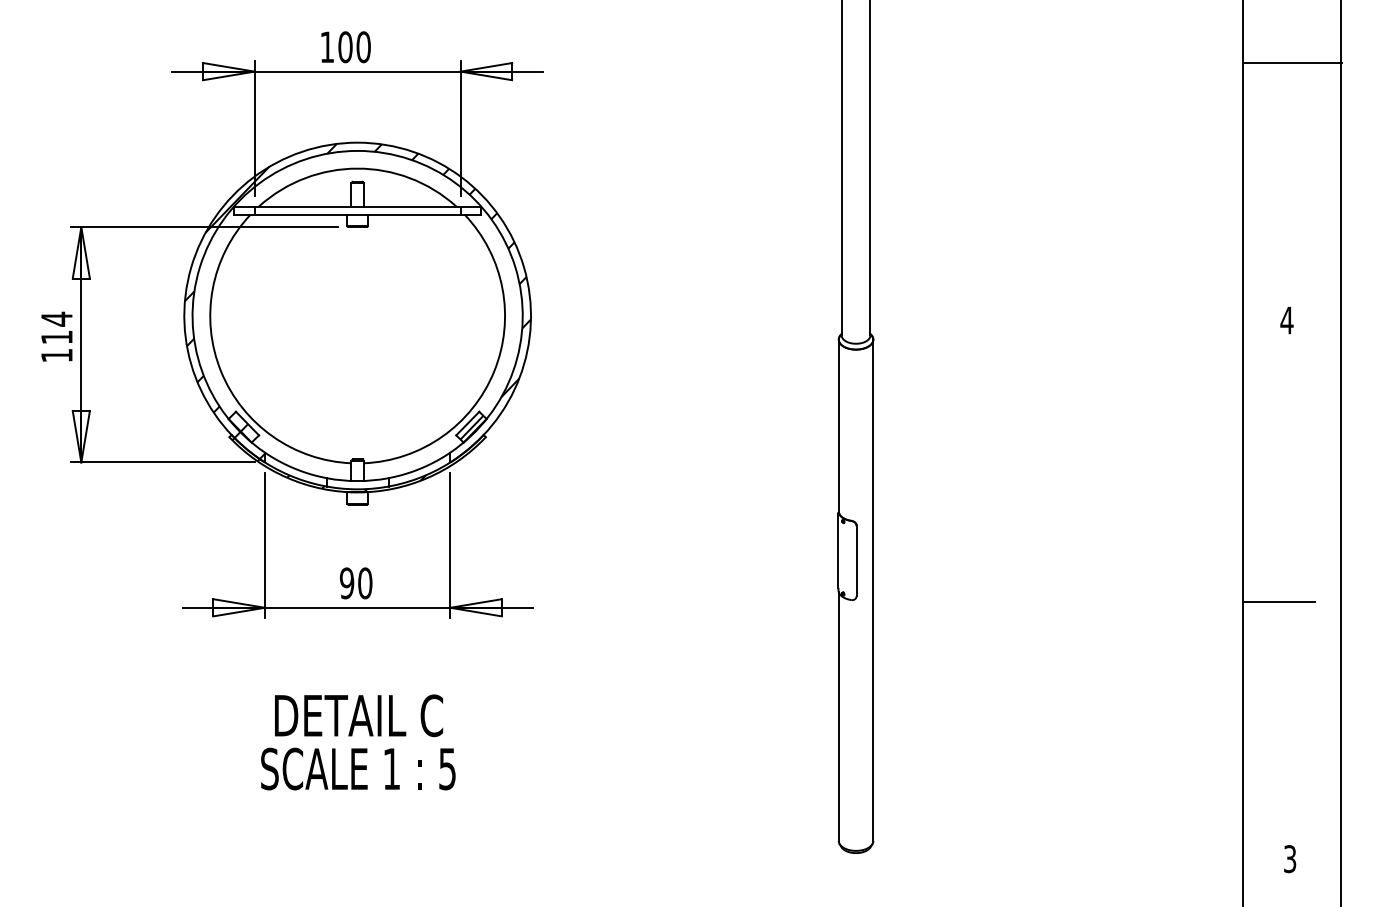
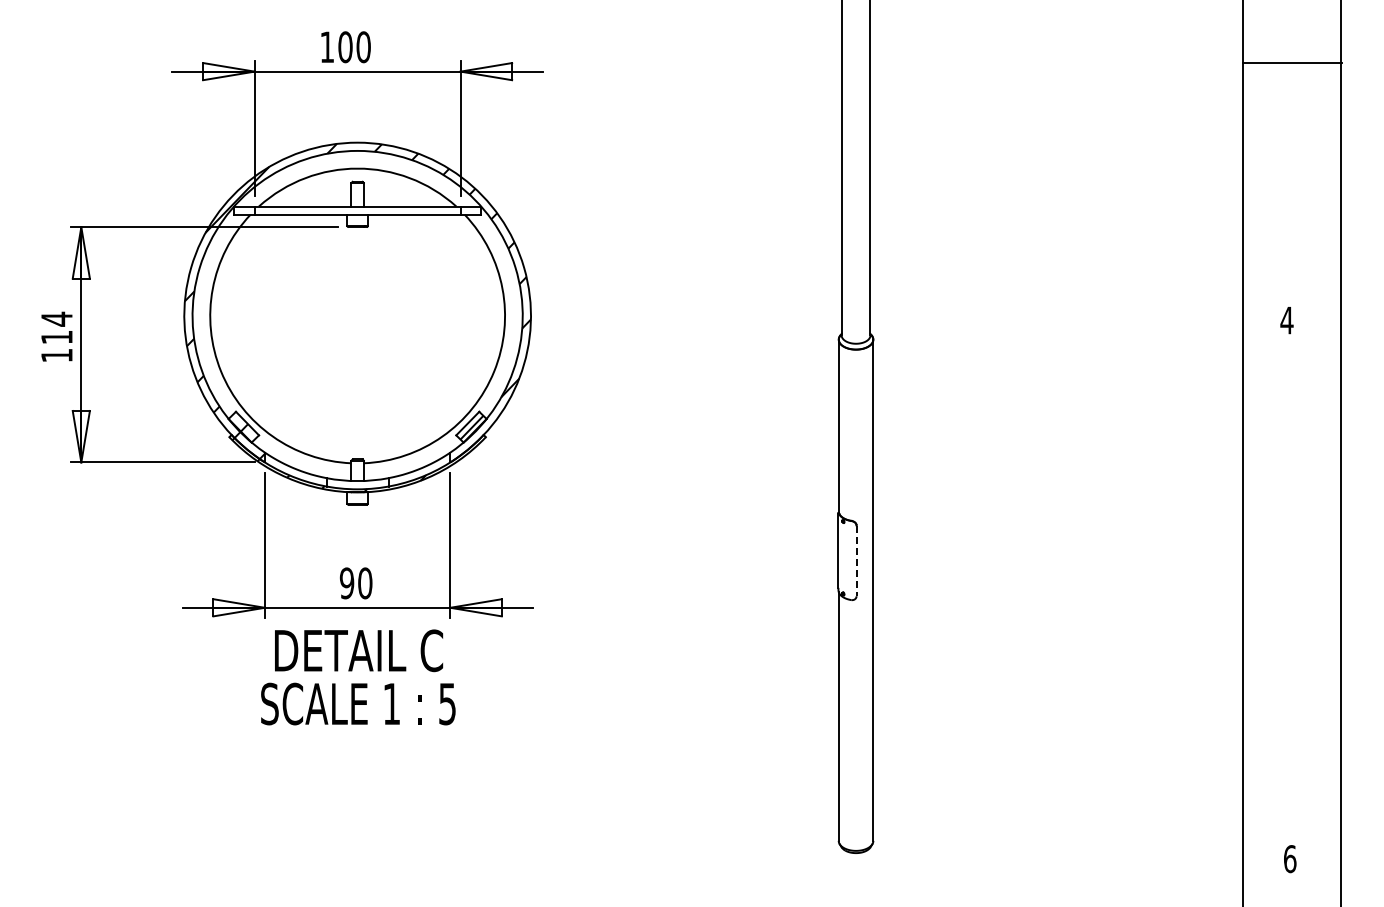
line at (856, 561): solid -> dashed
line at (1278, 602): present -> none
text at (358, 742) position: (358, 742) -> (358, 677)
text at (1290, 859): 3 -> 6
